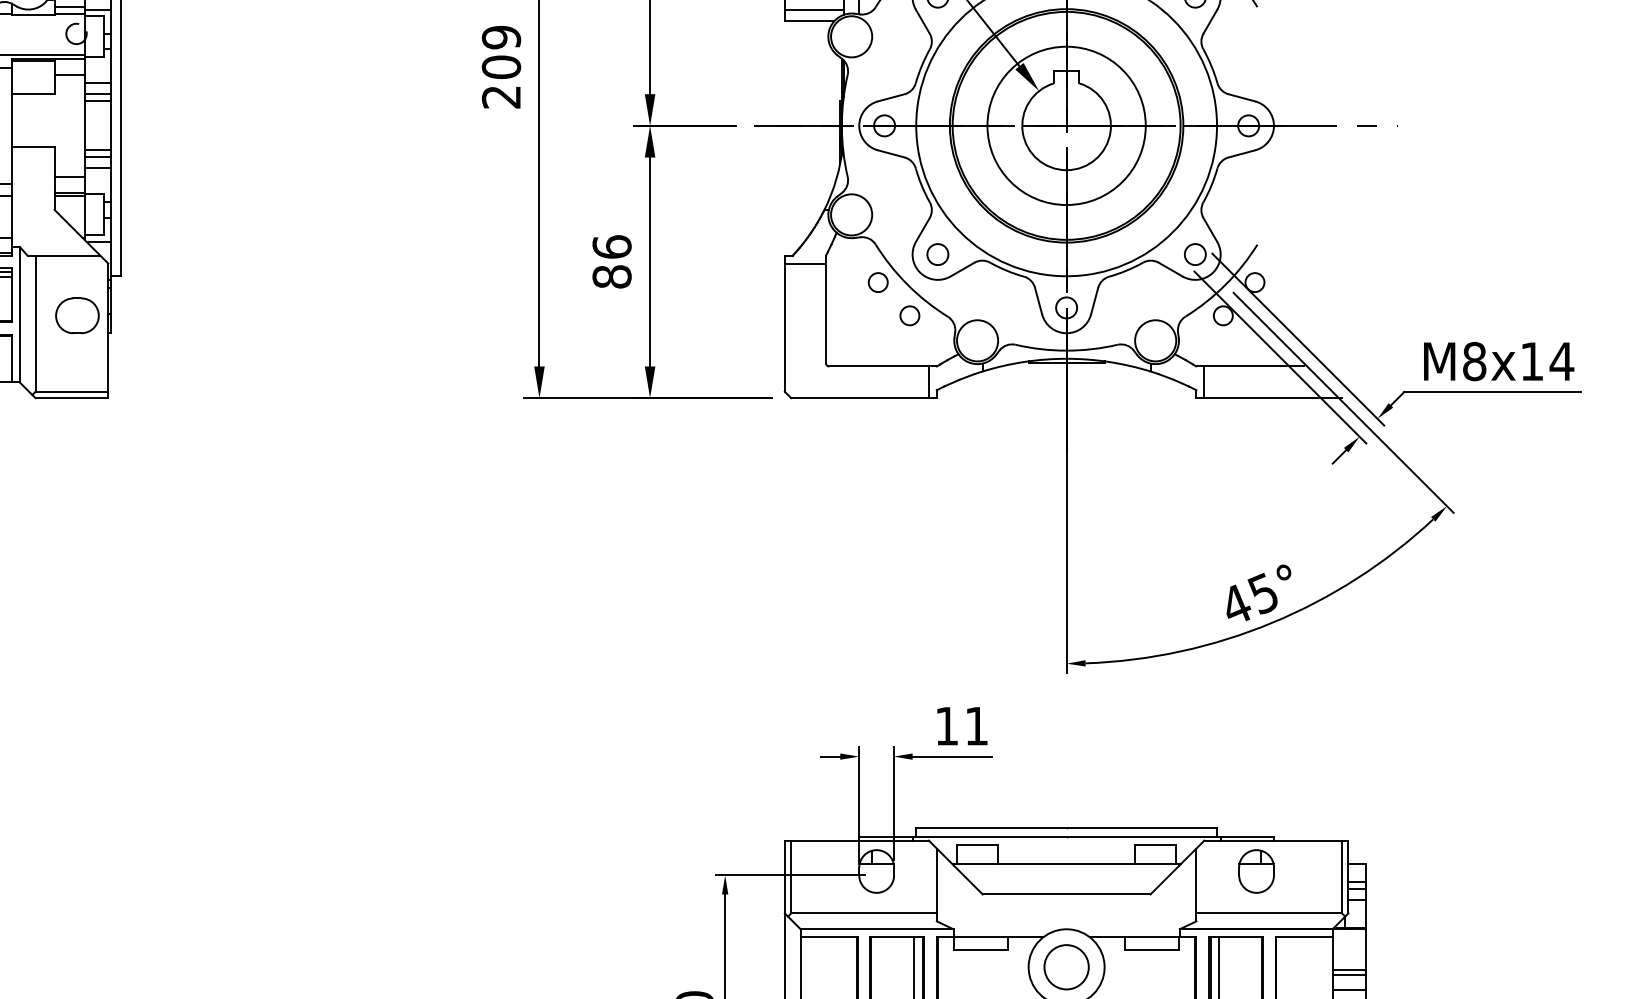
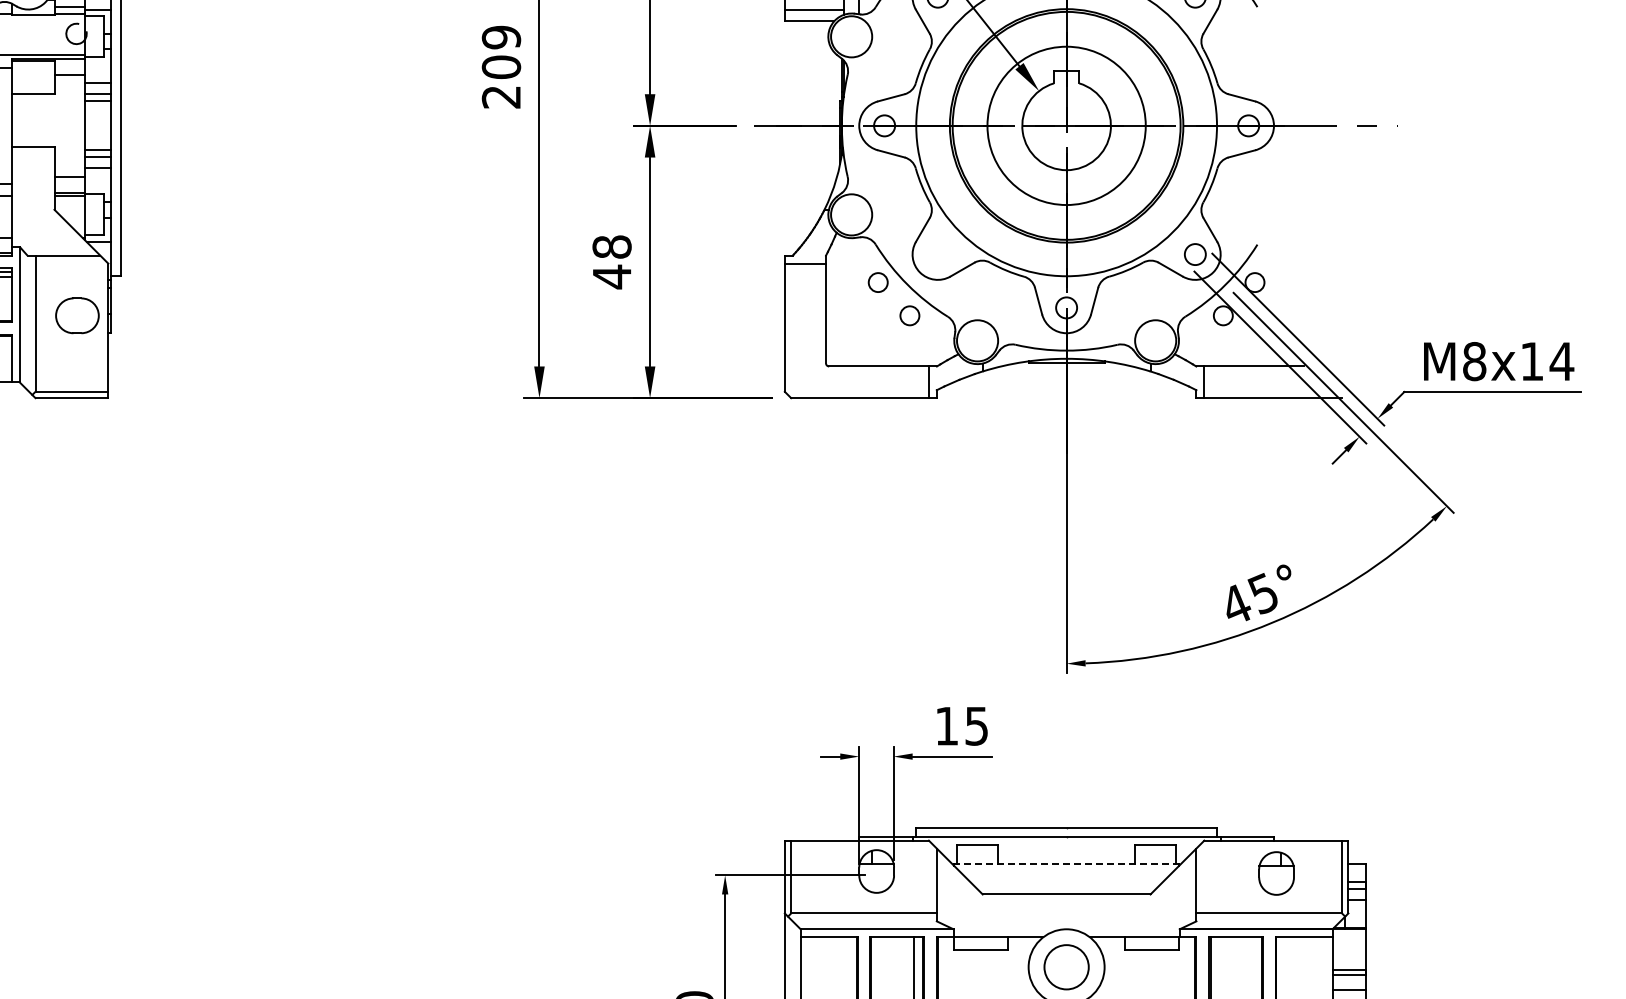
circle at (937, 254): present -> none
text at (611, 262): 86 -> 48
text at (976, 726): 11 -> 15
line at (1066, 864): solid -> dashed
part at (1256, 871) position: (1256, 871) -> (1276, 873)
line at (1219, 966): present -> none
